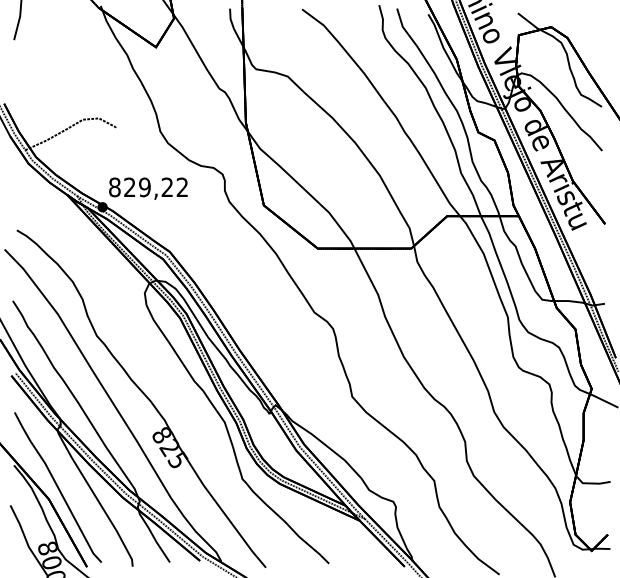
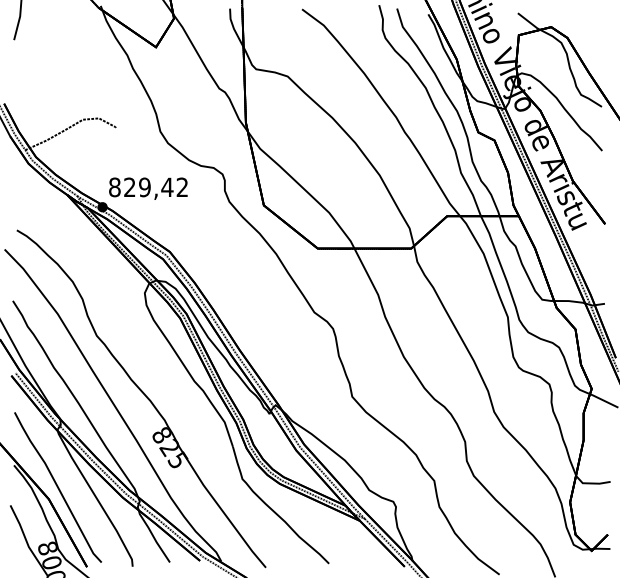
text at (167, 186): 829,22 -> 829,42
